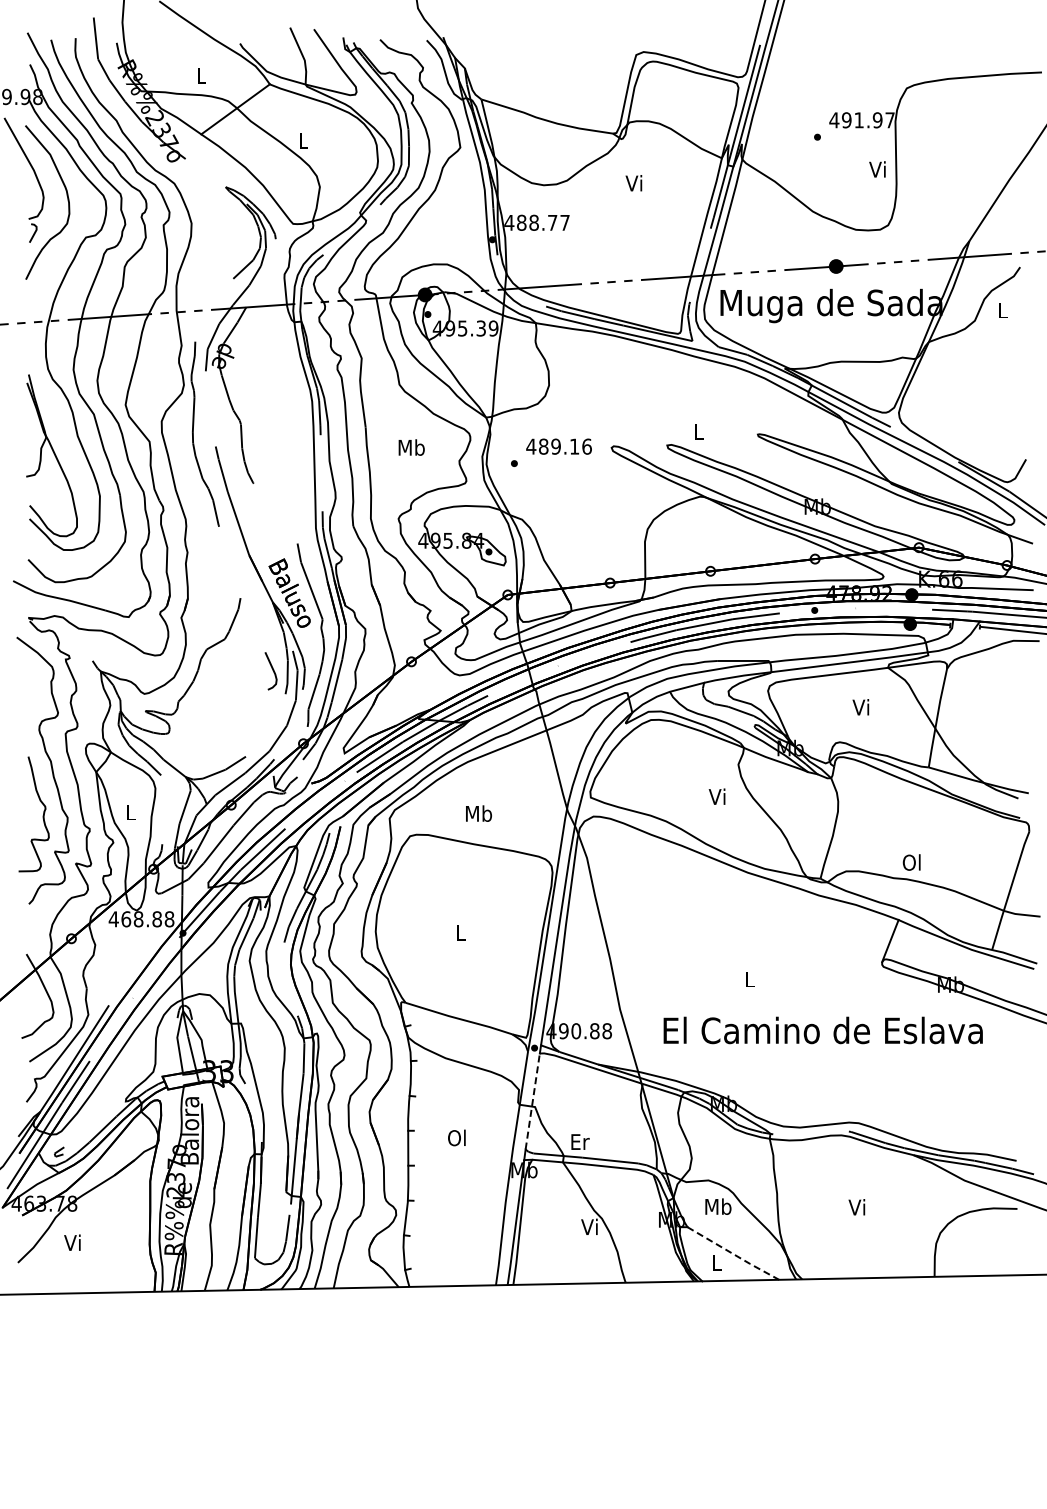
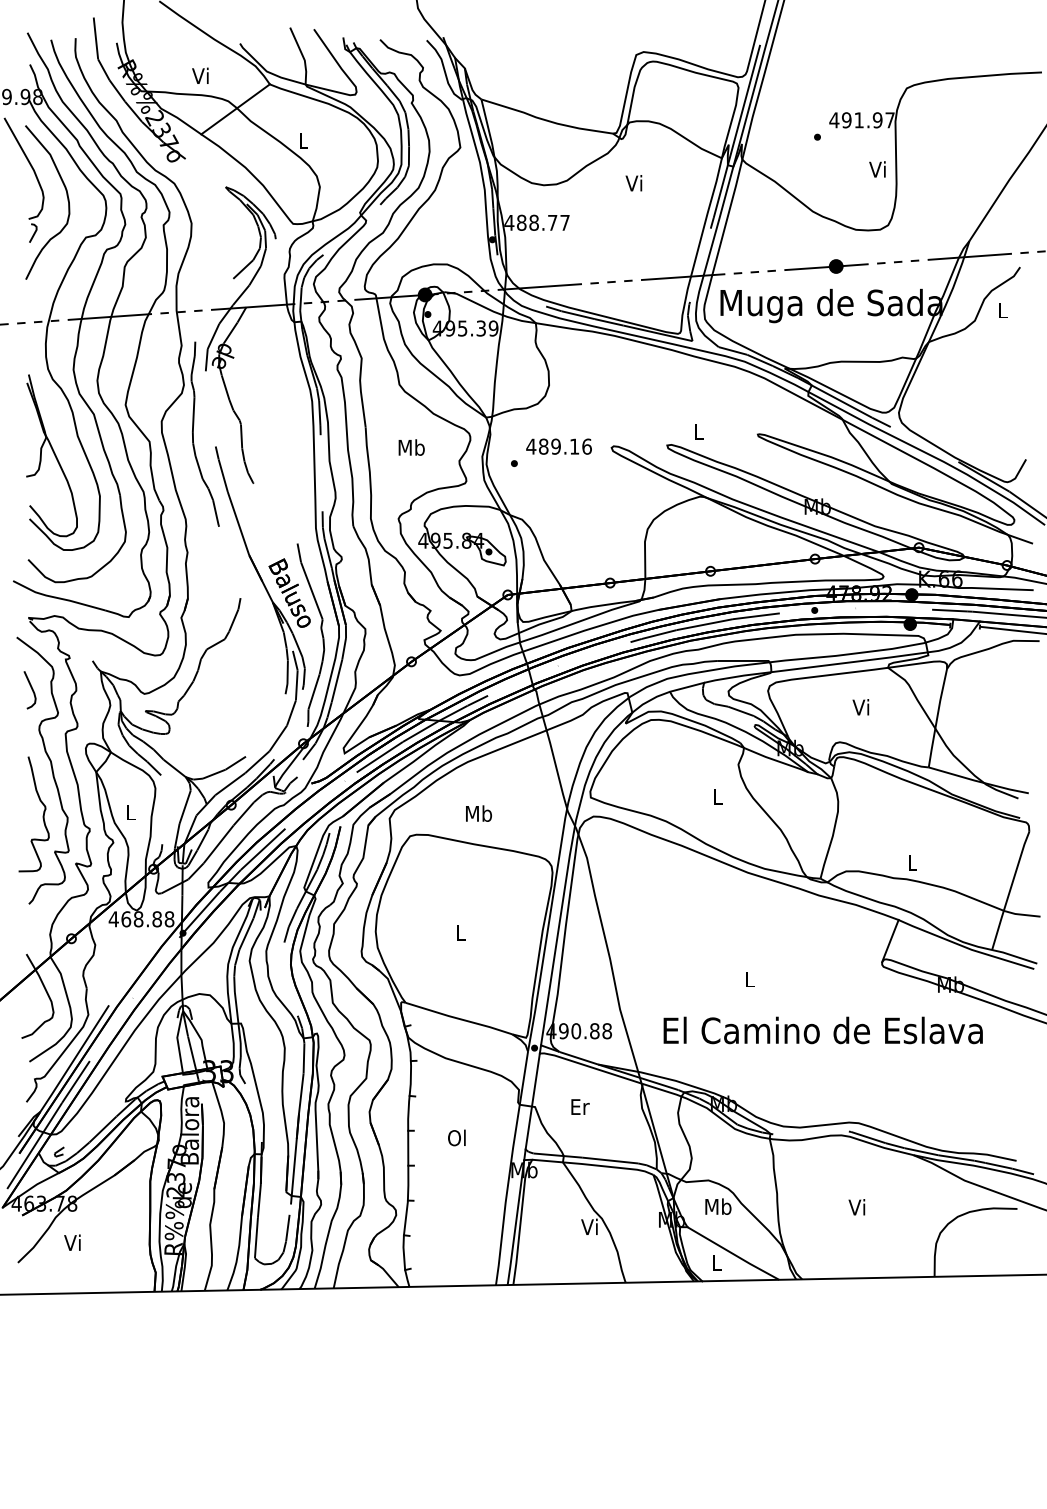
text at (200, 75): L -> Vi
curve at (272, 670) position: (272, 670) -> (31, 689)
text at (716, 796): Vi -> L
text at (911, 862): Ol -> L
line at (532, 1101): dashed -> solid
text at (580, 1141) position: (580, 1141) -> (580, 1106)
line at (733, 1254): dashed -> solid
